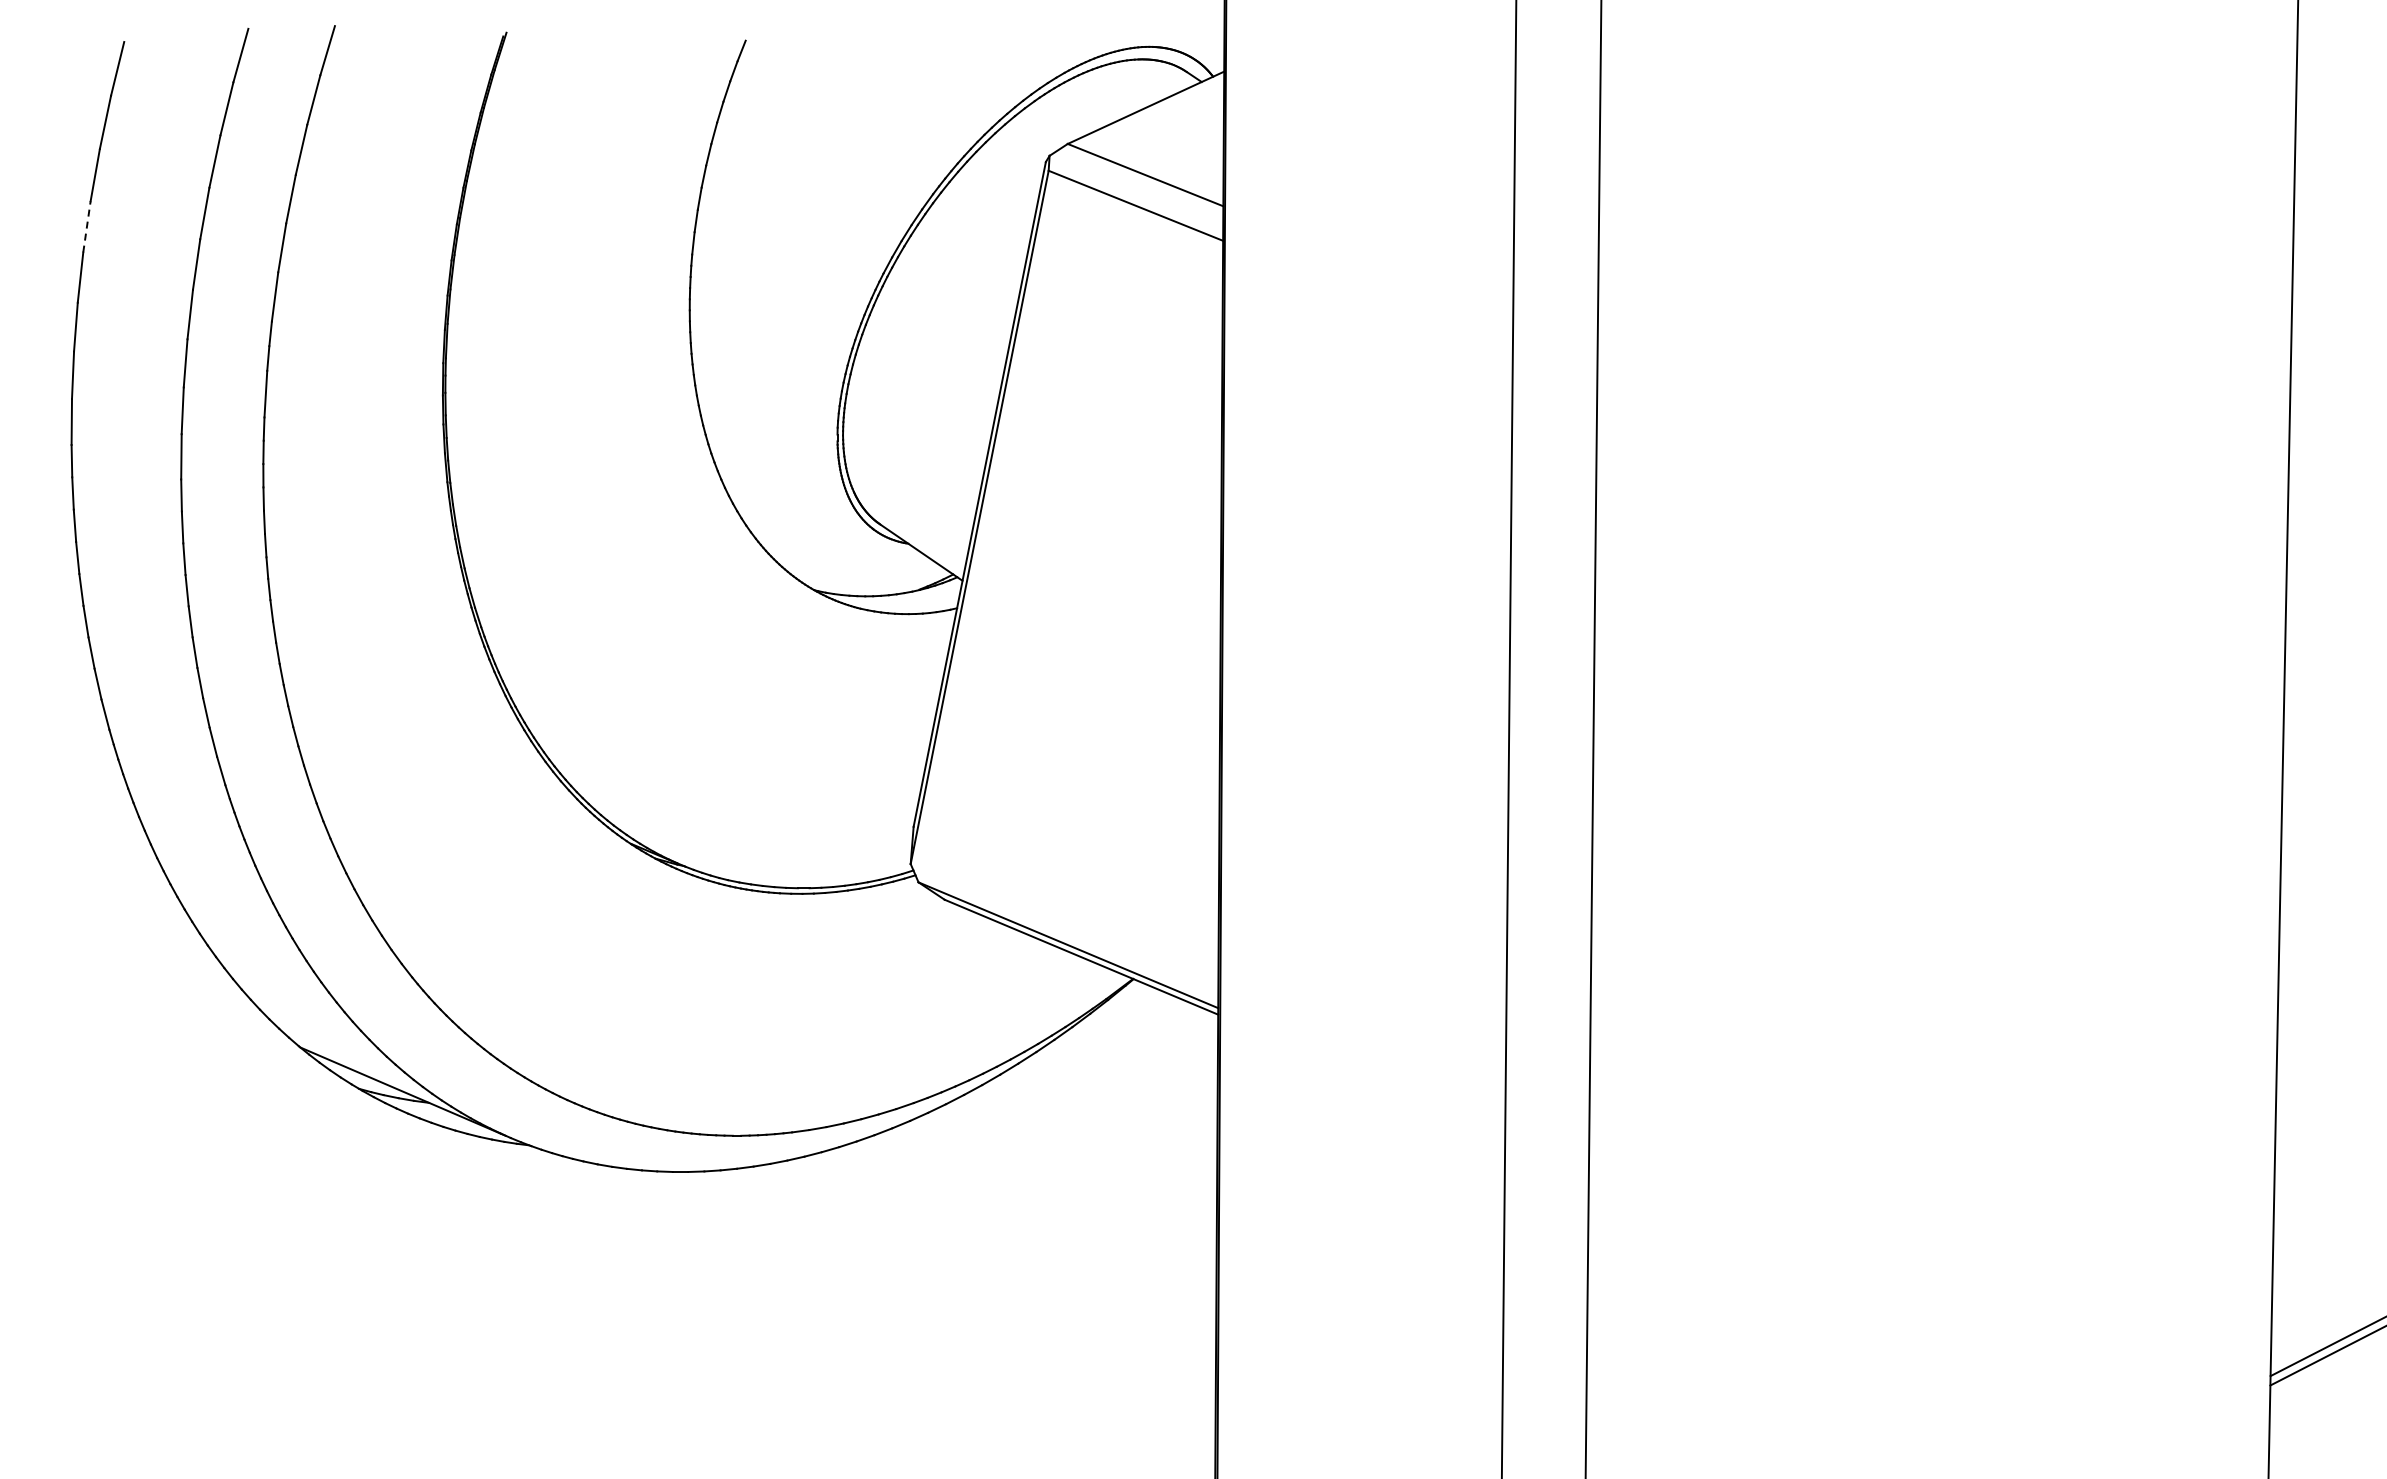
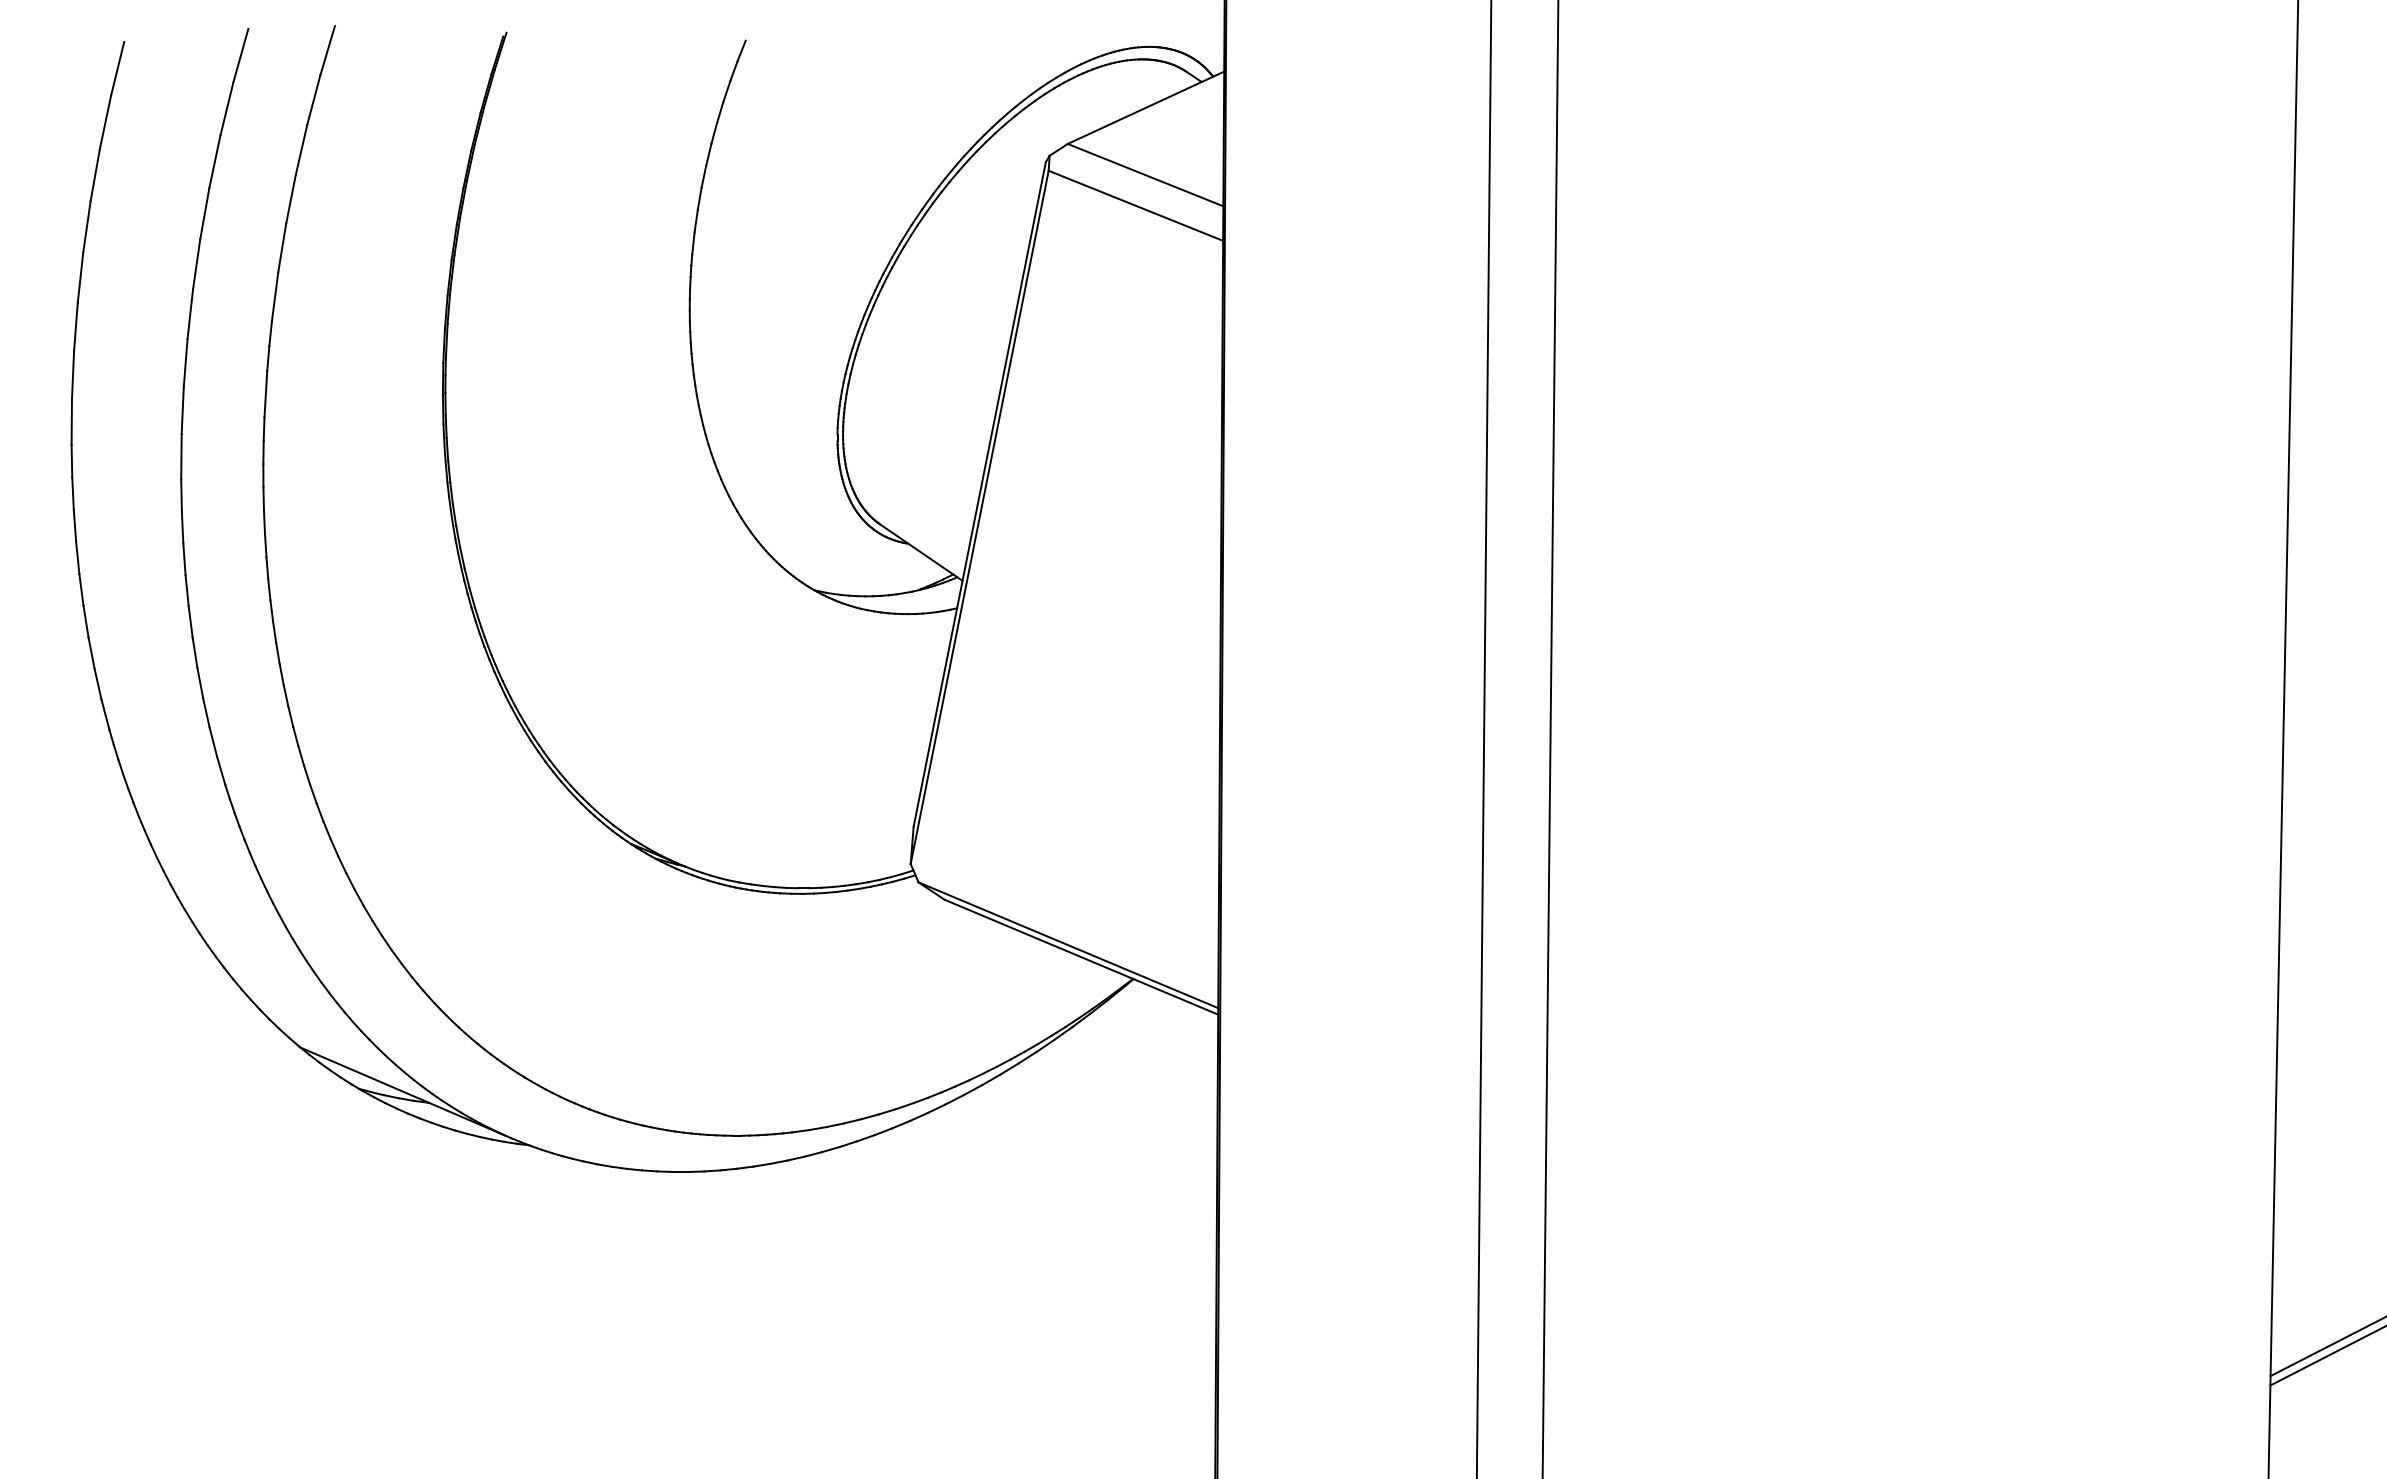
line at (86, 226): dashed -> solid
line at (1508, 738) position: (1508, 738) -> (1483, 738)
line at (1593, 738) position: (1593, 738) -> (1550, 738)
